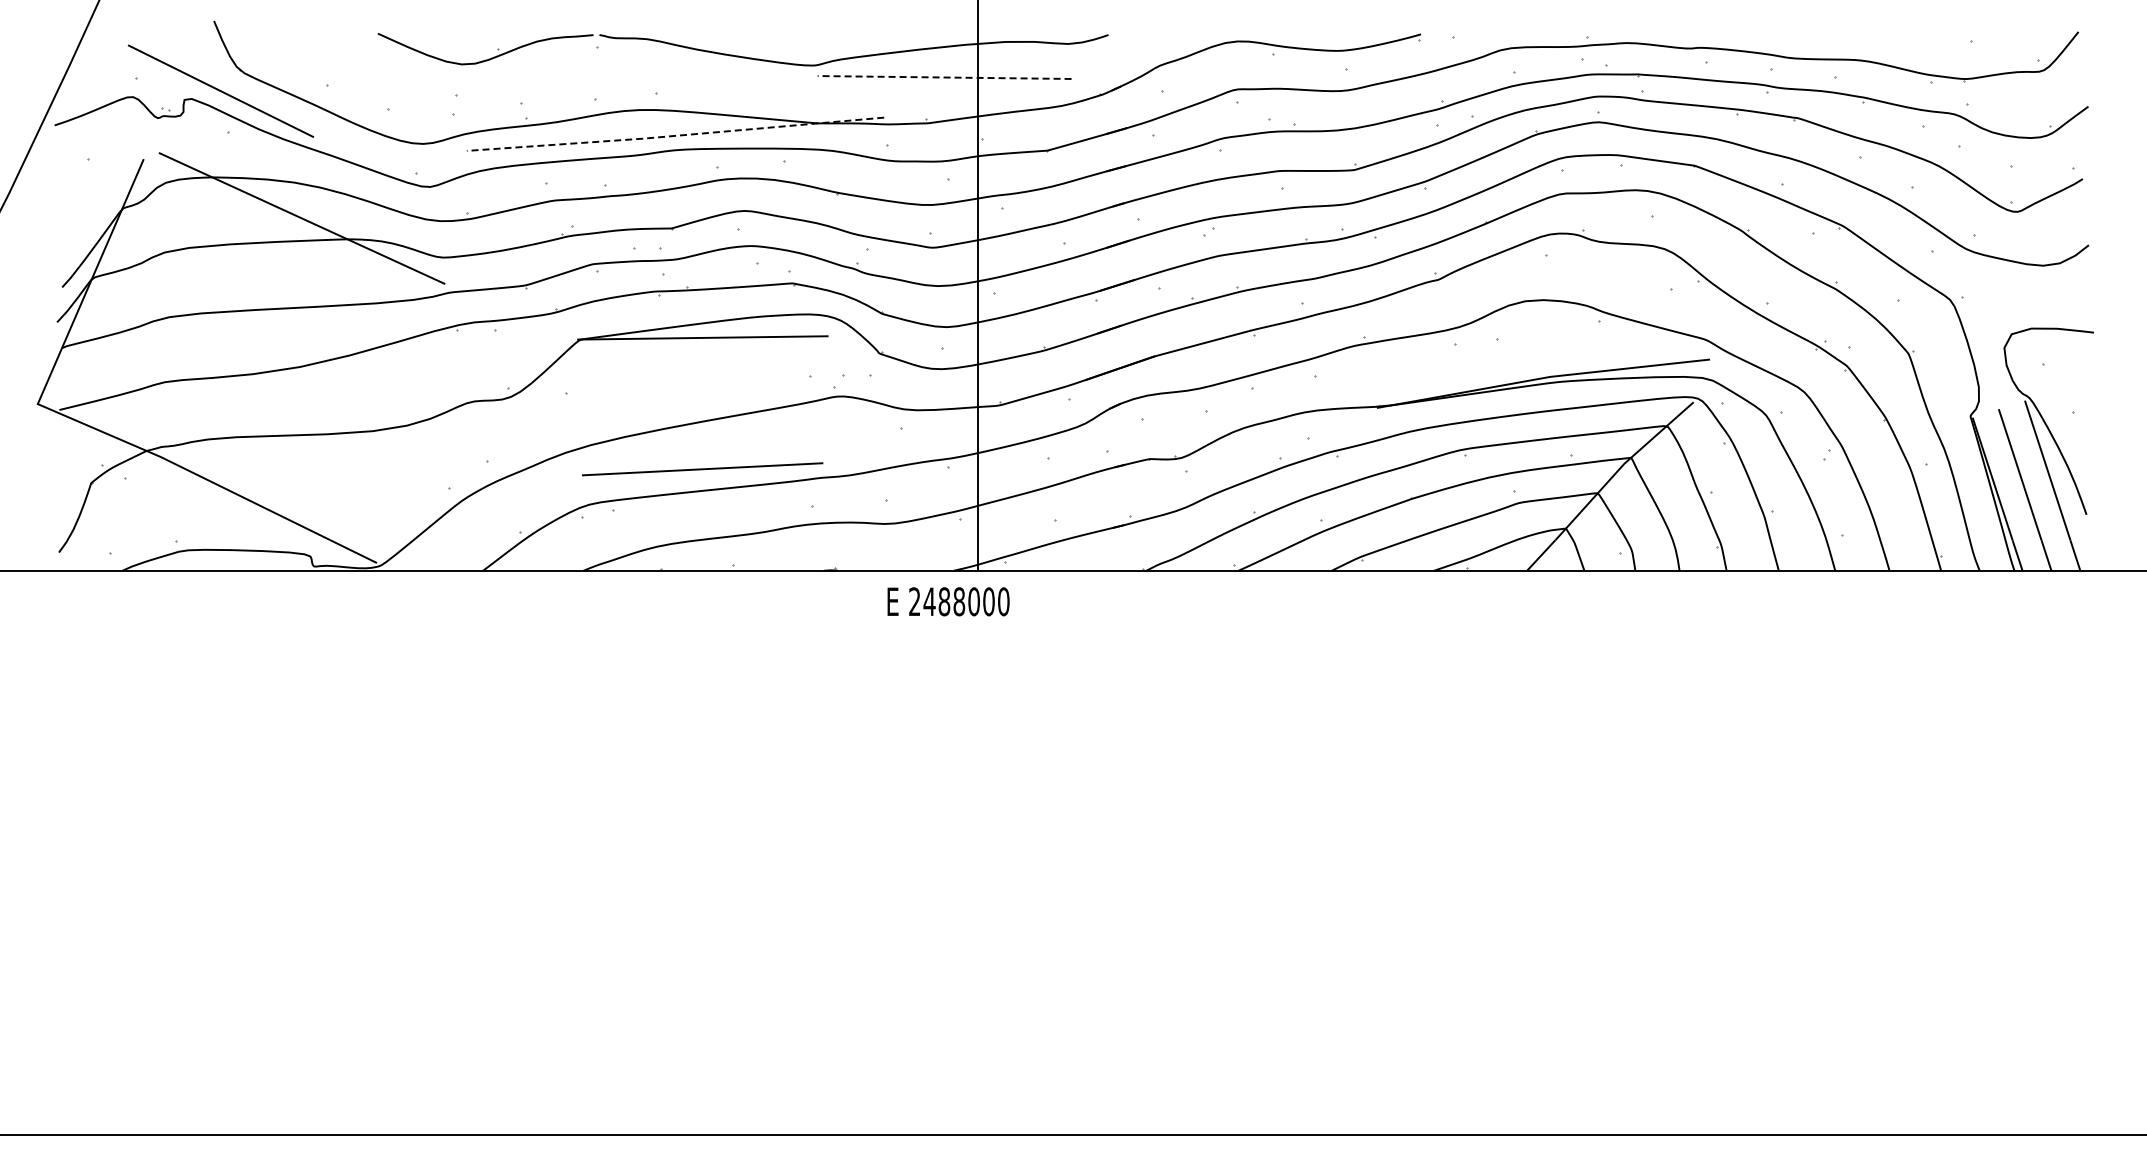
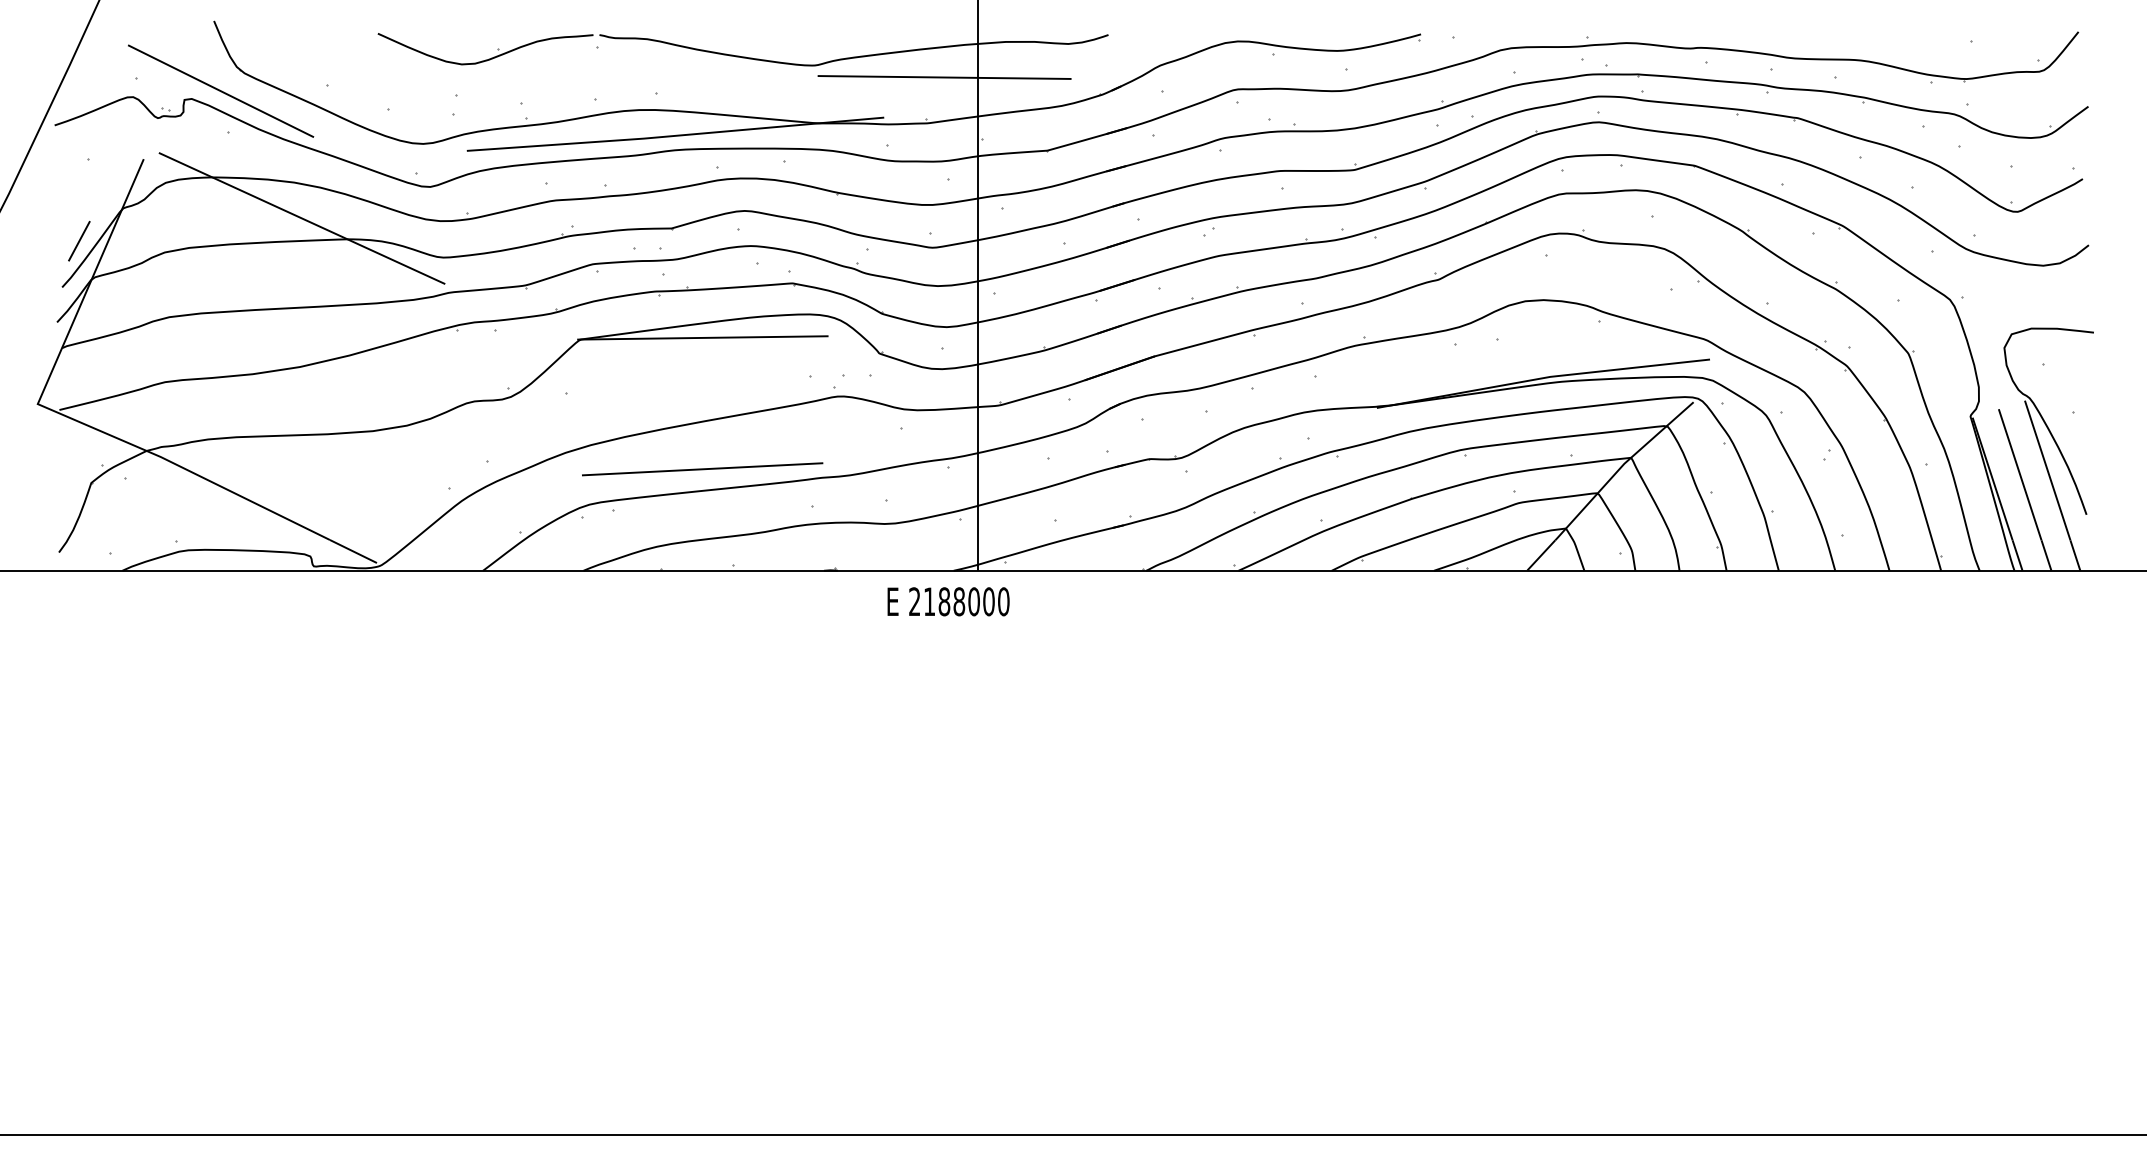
line at (944, 77): dashed -> solid
line at (674, 135): dashed -> solid
line at (79, 240): none -> present
text at (929, 601): 2488000 -> 2188000
